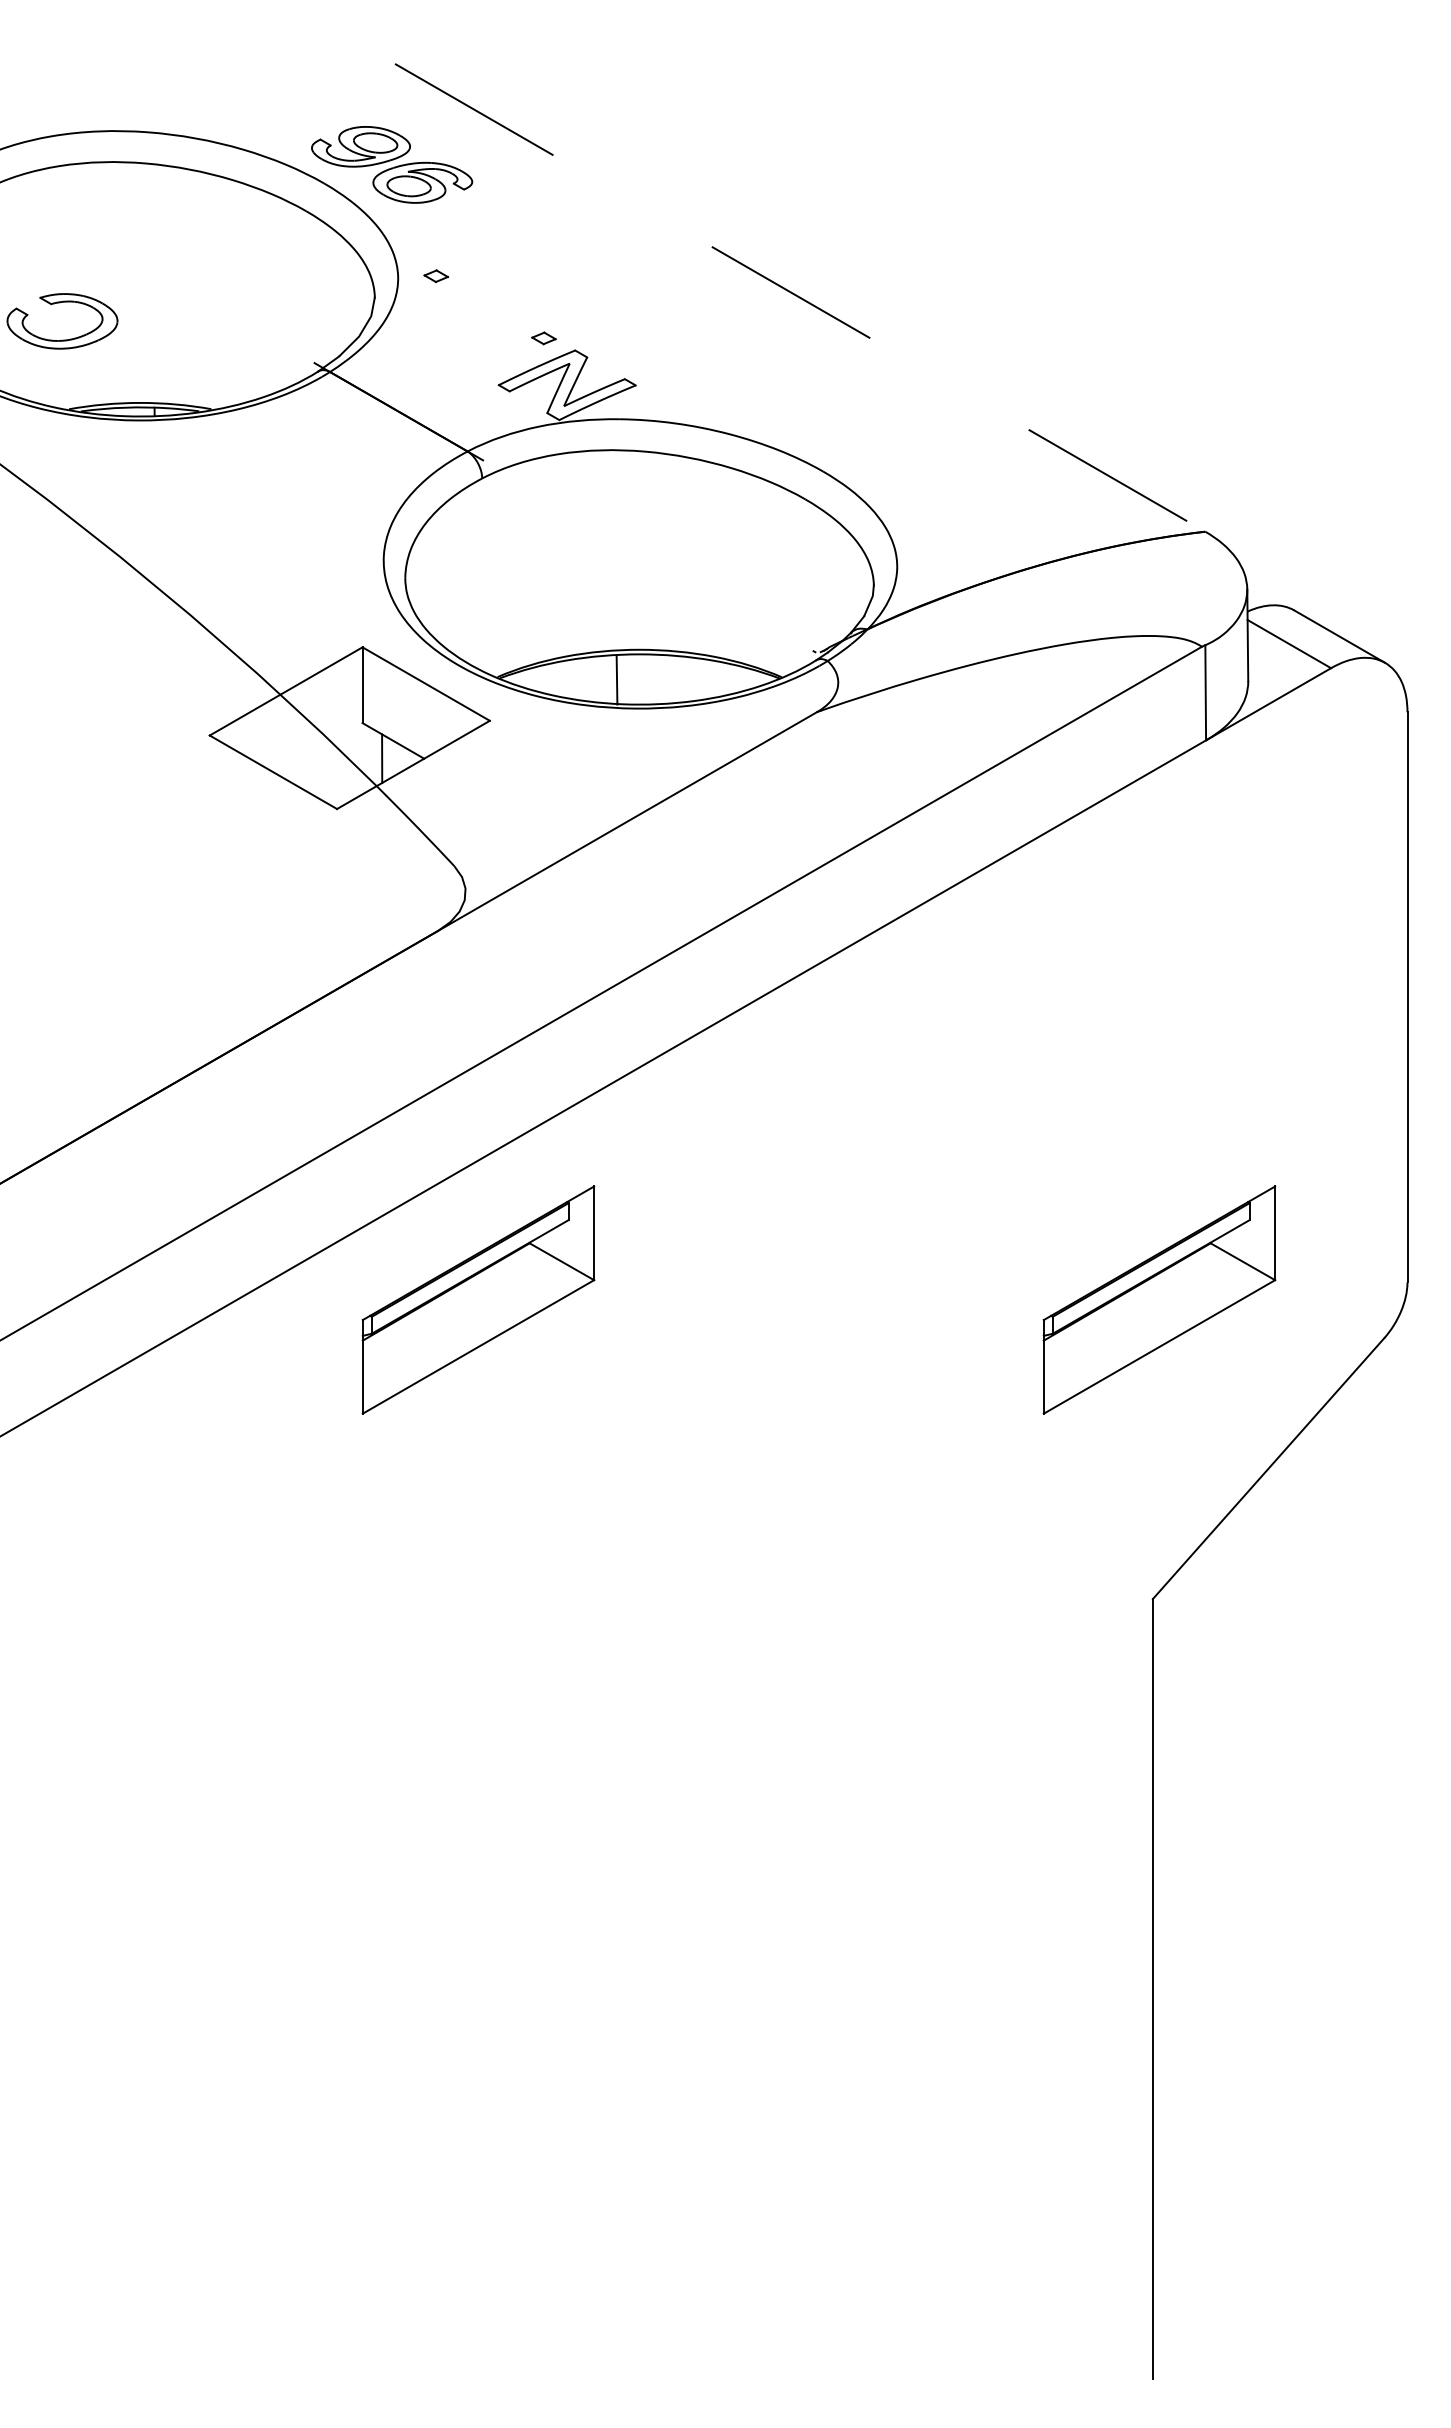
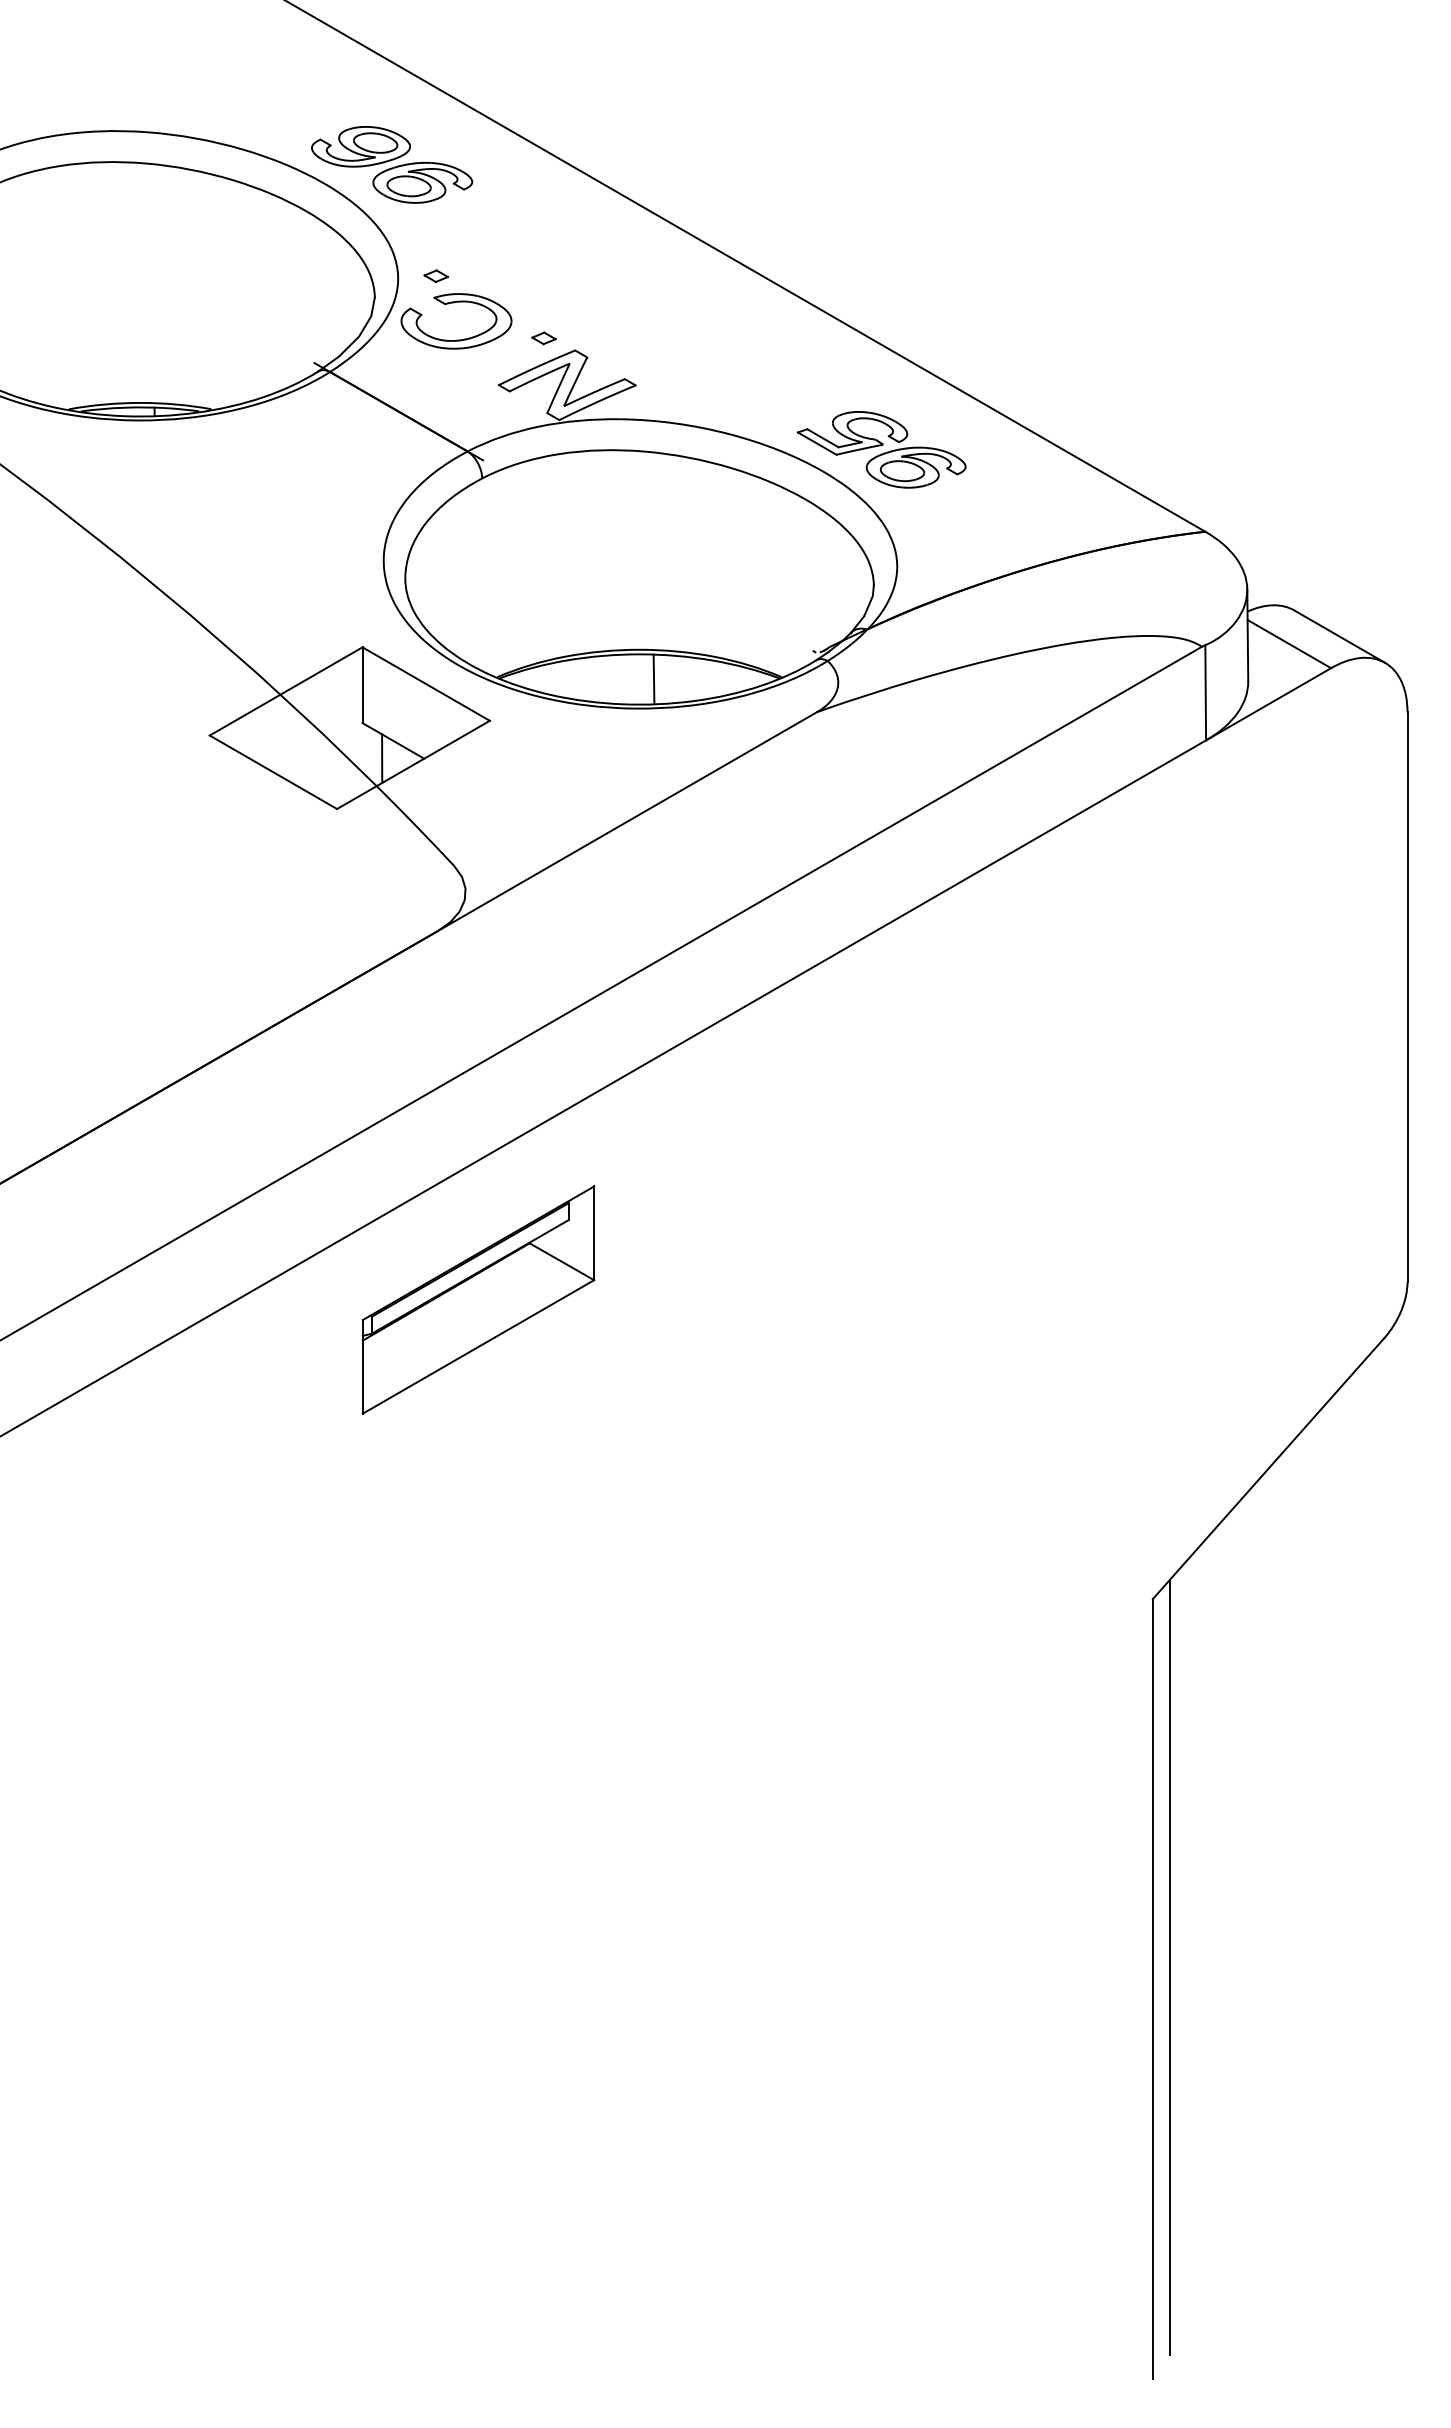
line at (745, 266): dashed -> solid
part at (62, 339) position: (62, 339) -> (456, 339)
part at (881, 449): none -> present
line at (616, 679) position: (616, 679) -> (653, 678)
part at (1159, 1299): present -> none
line at (1169, 1967): none -> present
